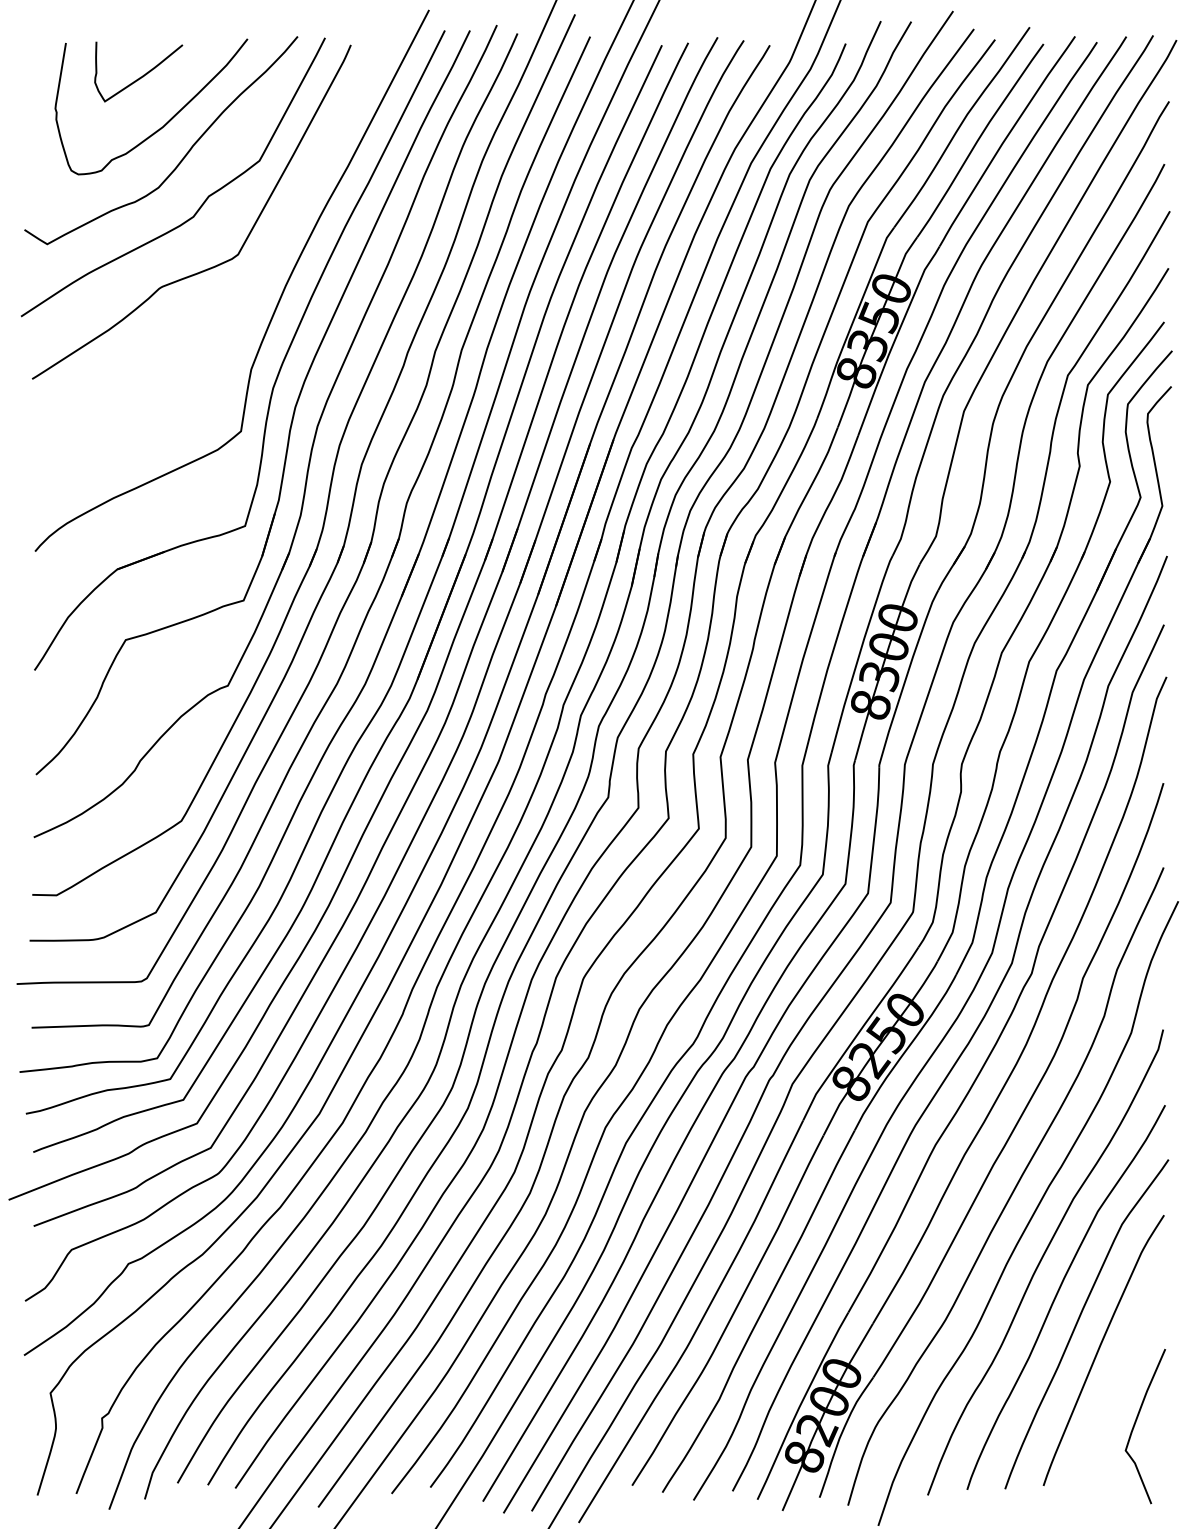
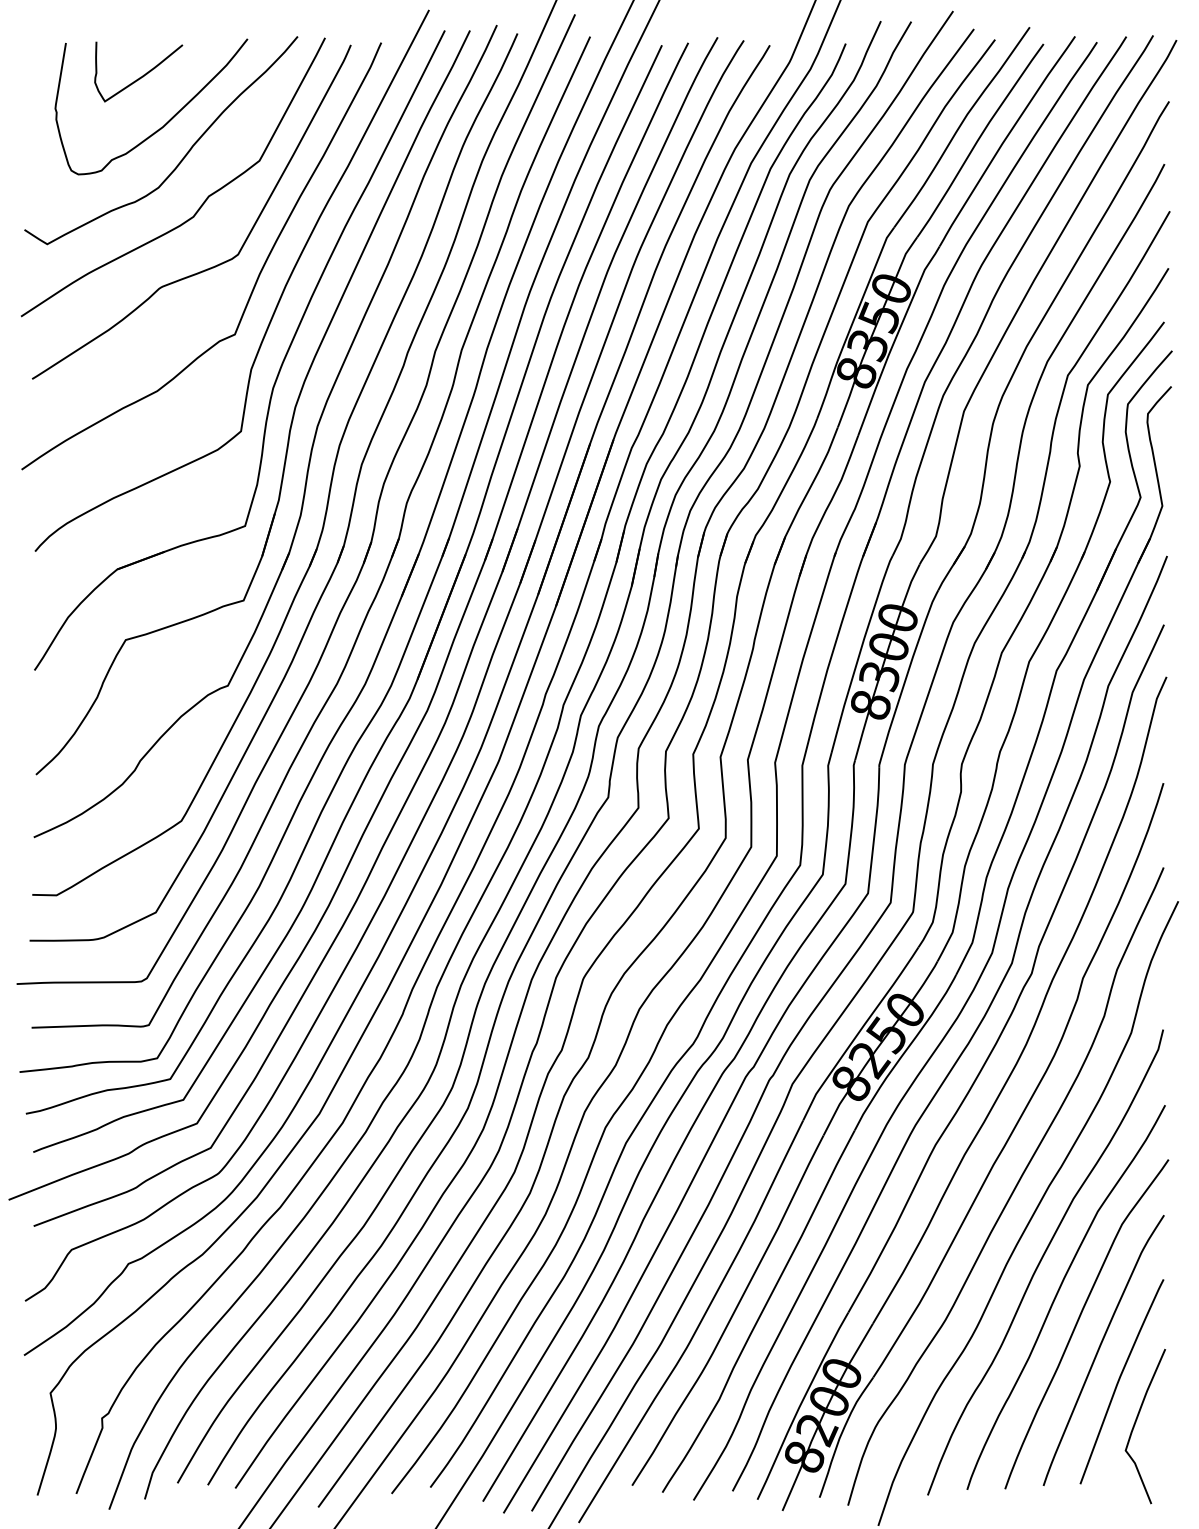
curve at (257, 276): none -> present
curve at (1119, 1381): none -> present
